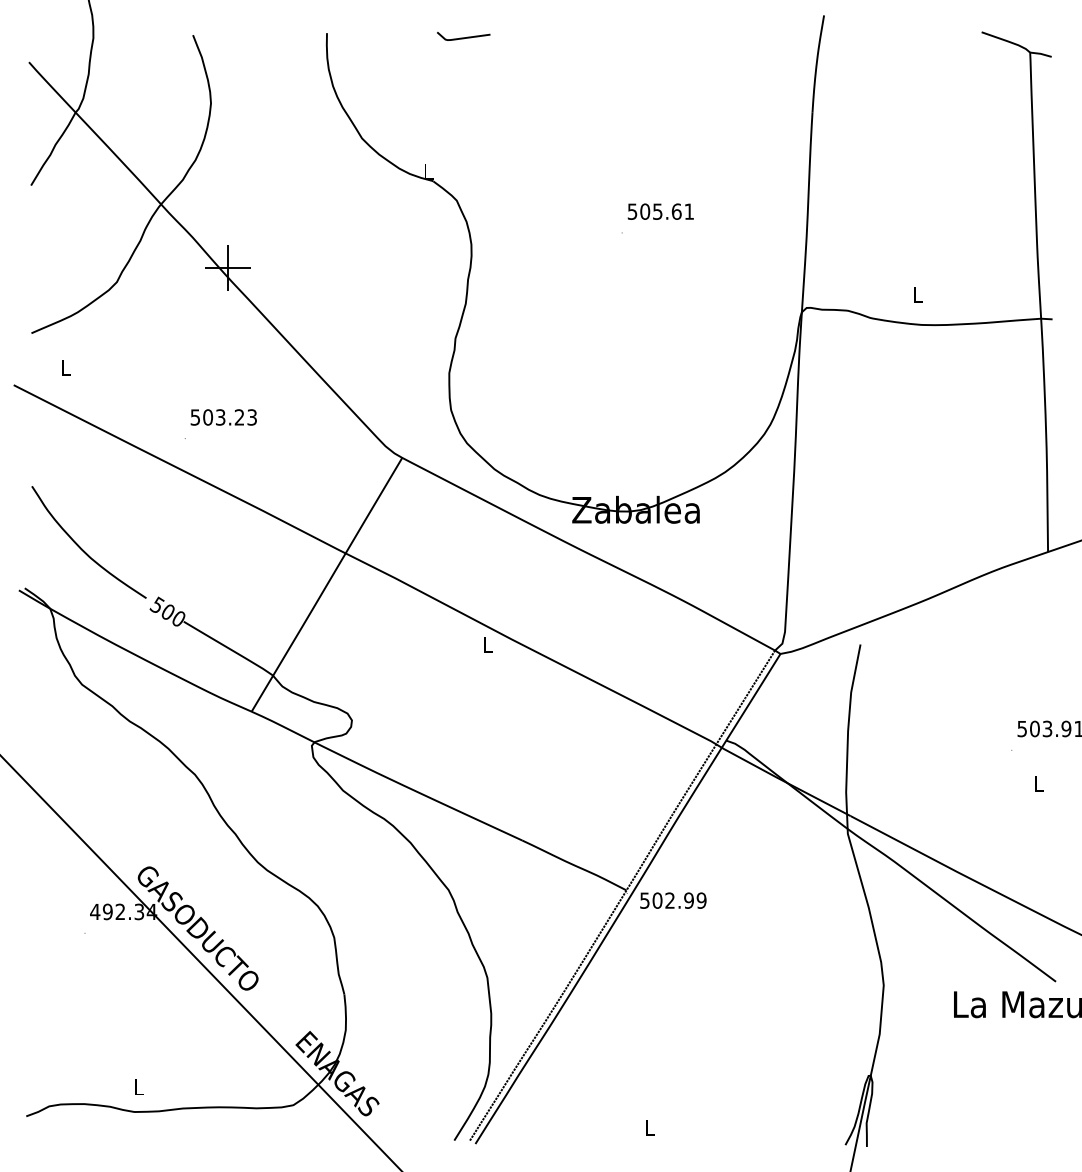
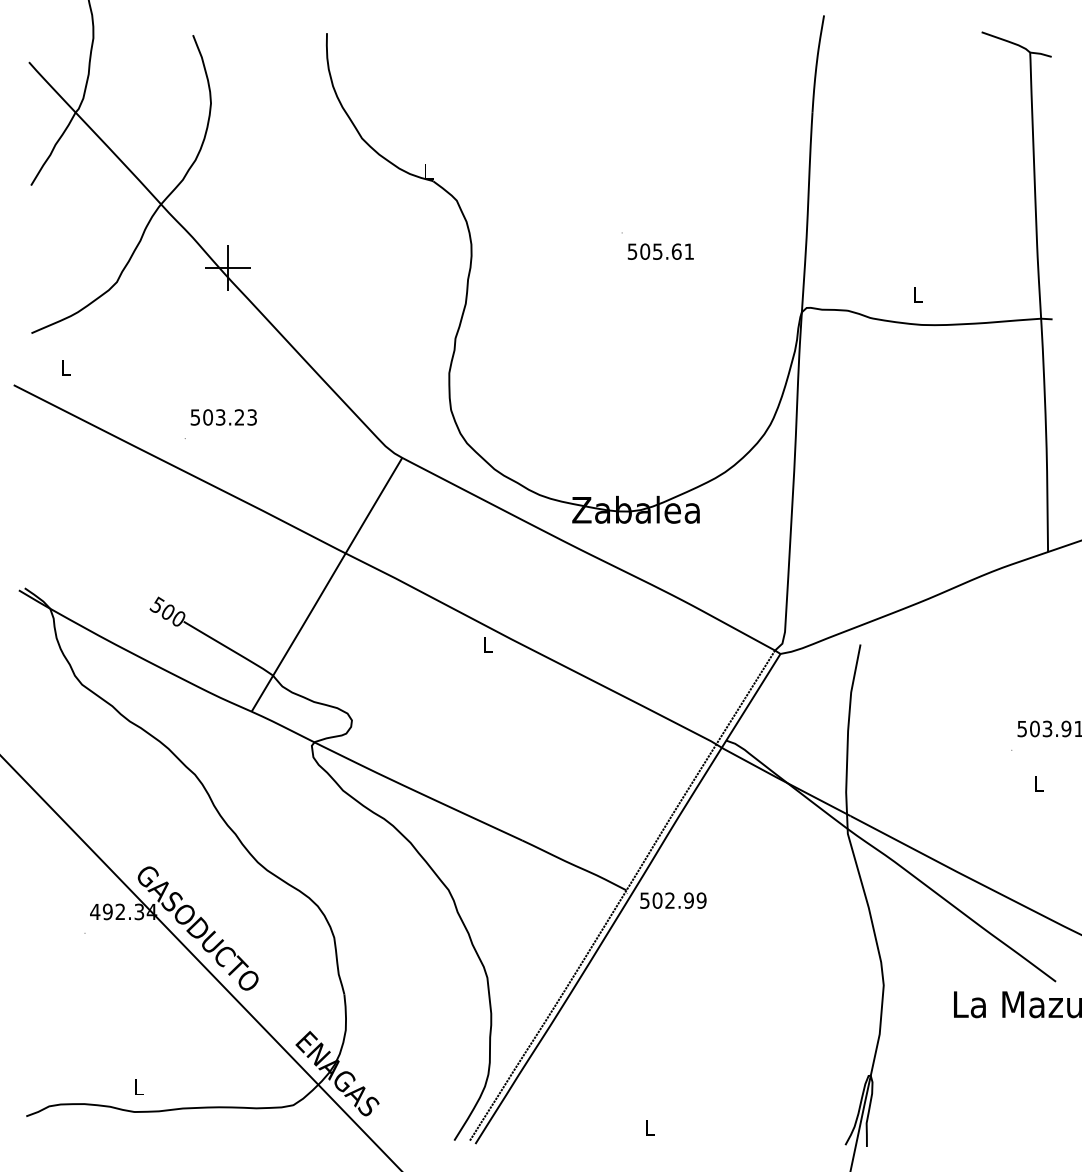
line at (463, 37): present -> none
text at (660, 211) position: (660, 211) -> (660, 251)
curve at (82, 548): present -> none
